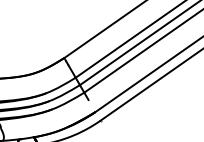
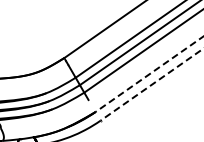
line at (149, 74): solid -> dashed
line at (152, 84): solid -> dashed
